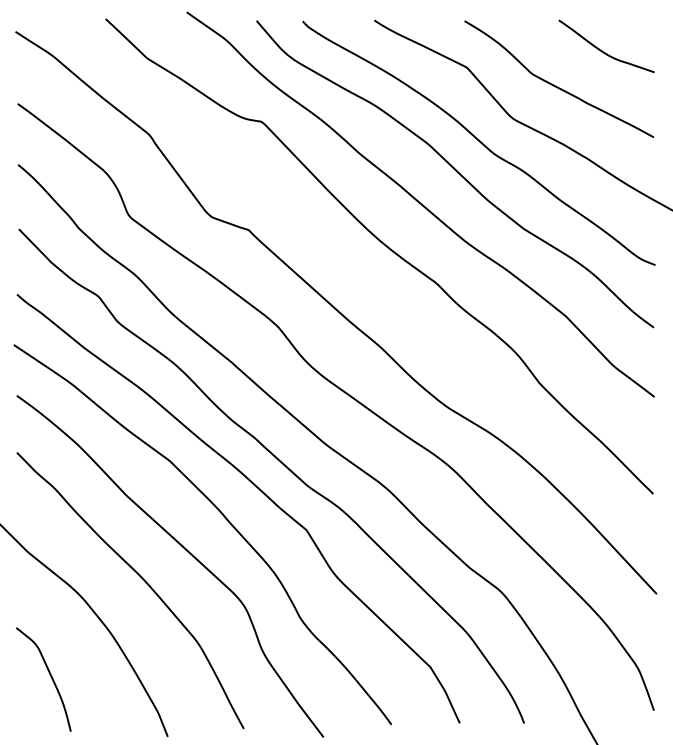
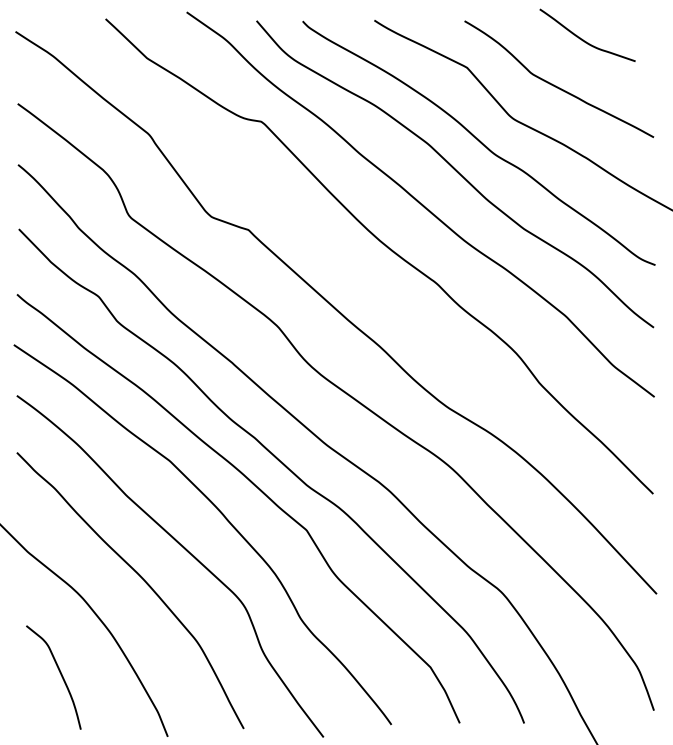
curve at (604, 51) position: (604, 51) -> (585, 40)
curve at (50, 677) position: (50, 677) -> (60, 675)
